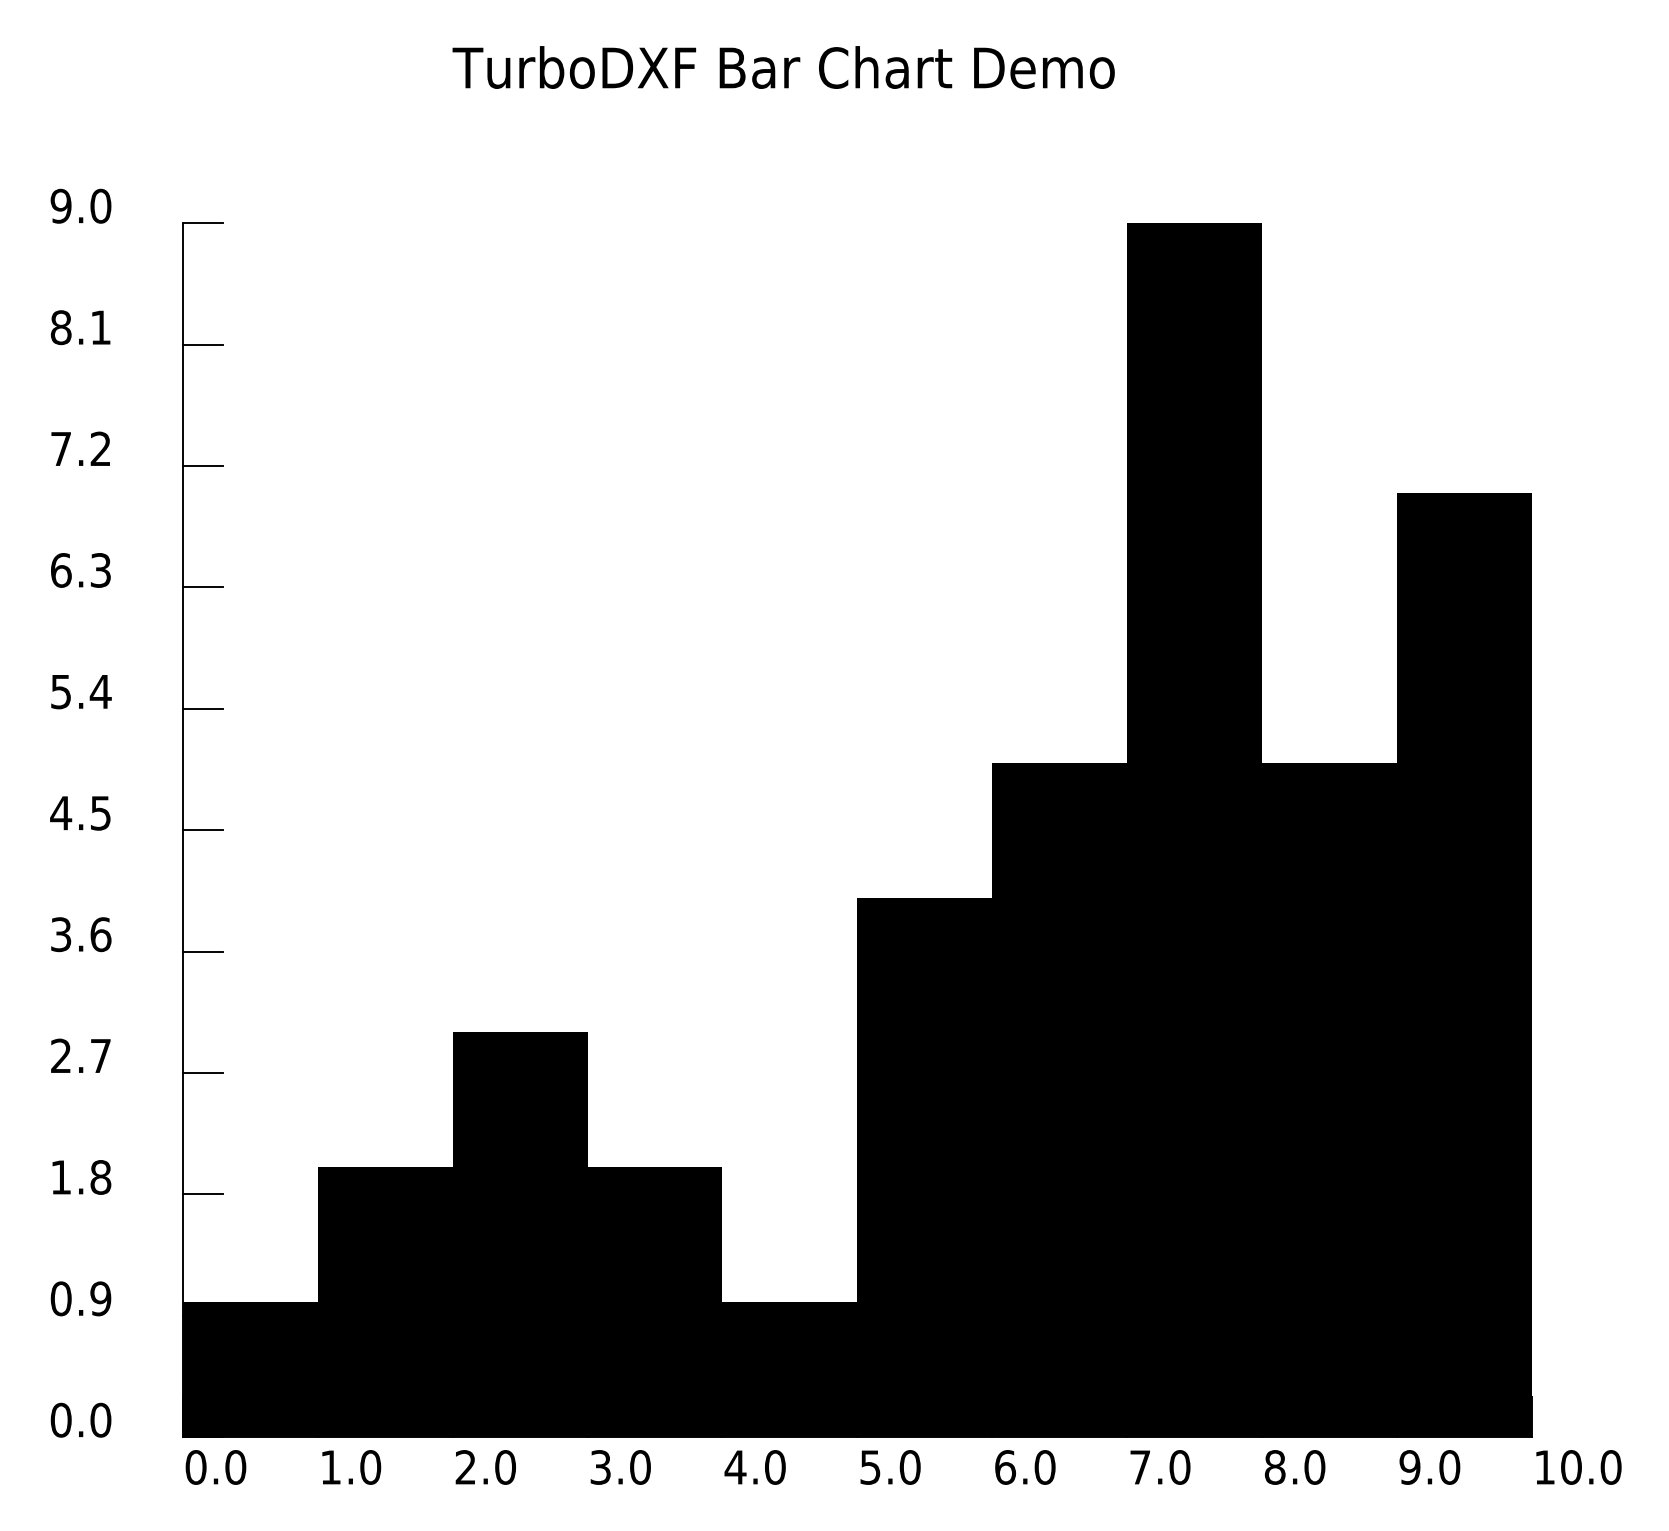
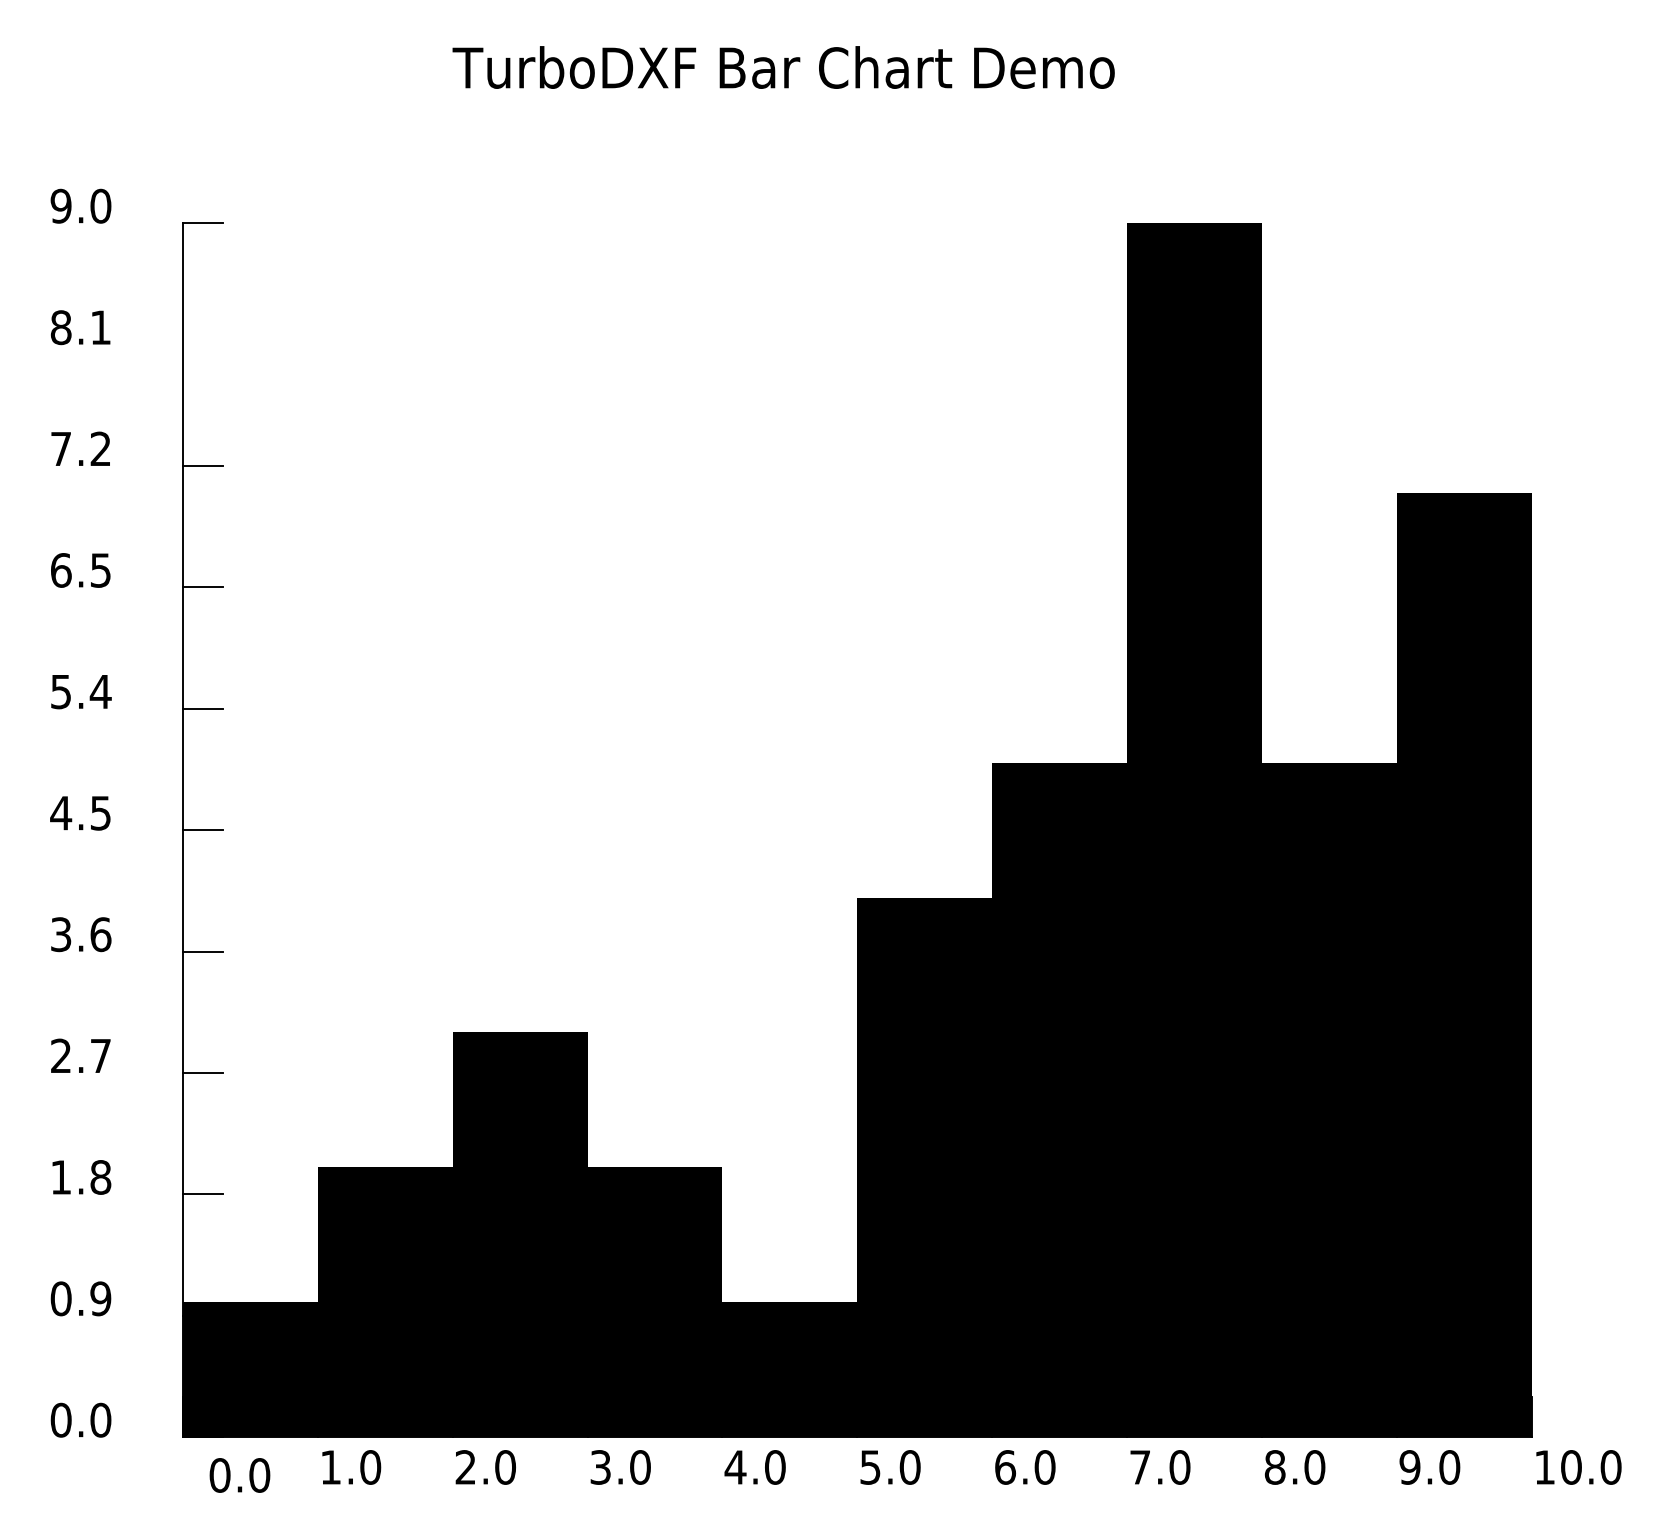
line at (202, 344): present -> none
text at (100, 570): 6.3 -> 6.5
text at (215, 1467) position: (215, 1467) -> (239, 1475)
